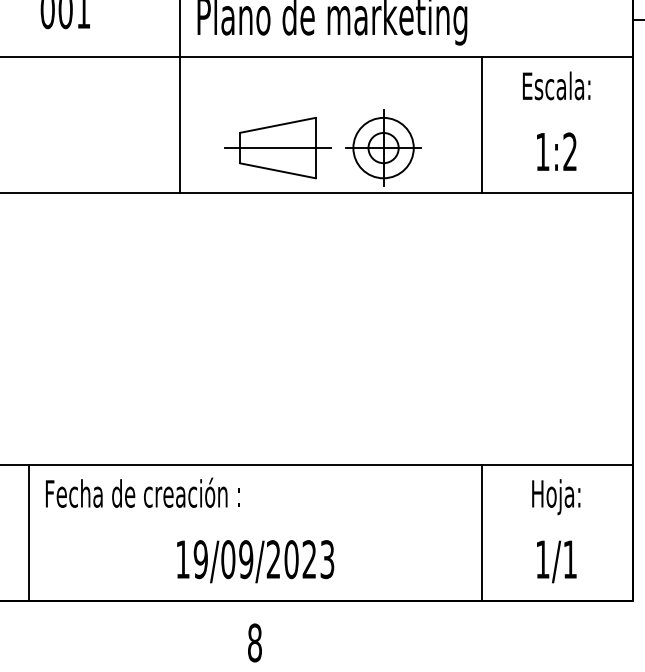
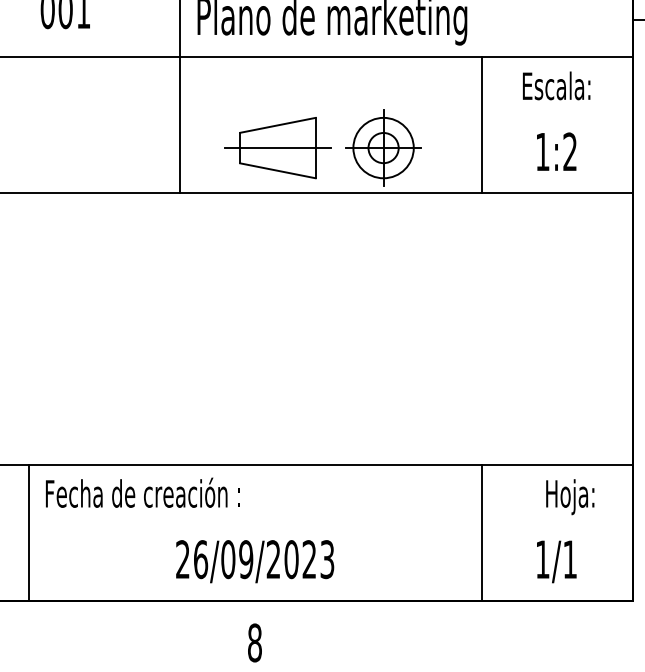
text at (556, 497) position: (556, 497) -> (570, 497)
text at (192, 559): 19/09/2023 -> 26/09/2023
